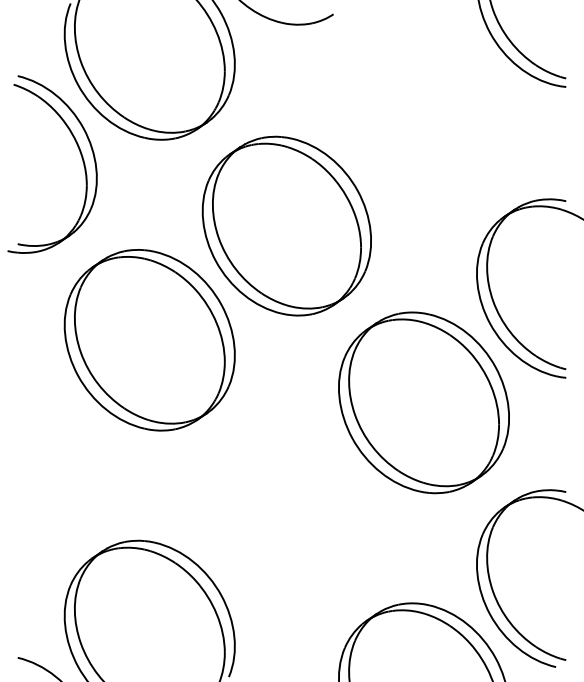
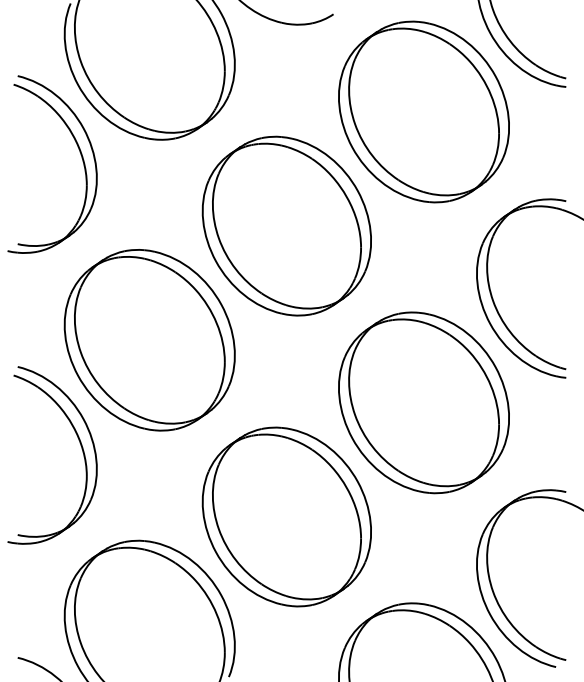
part at (423, 111): none -> present
part at (79, 443): none -> present
part at (286, 516): none -> present
